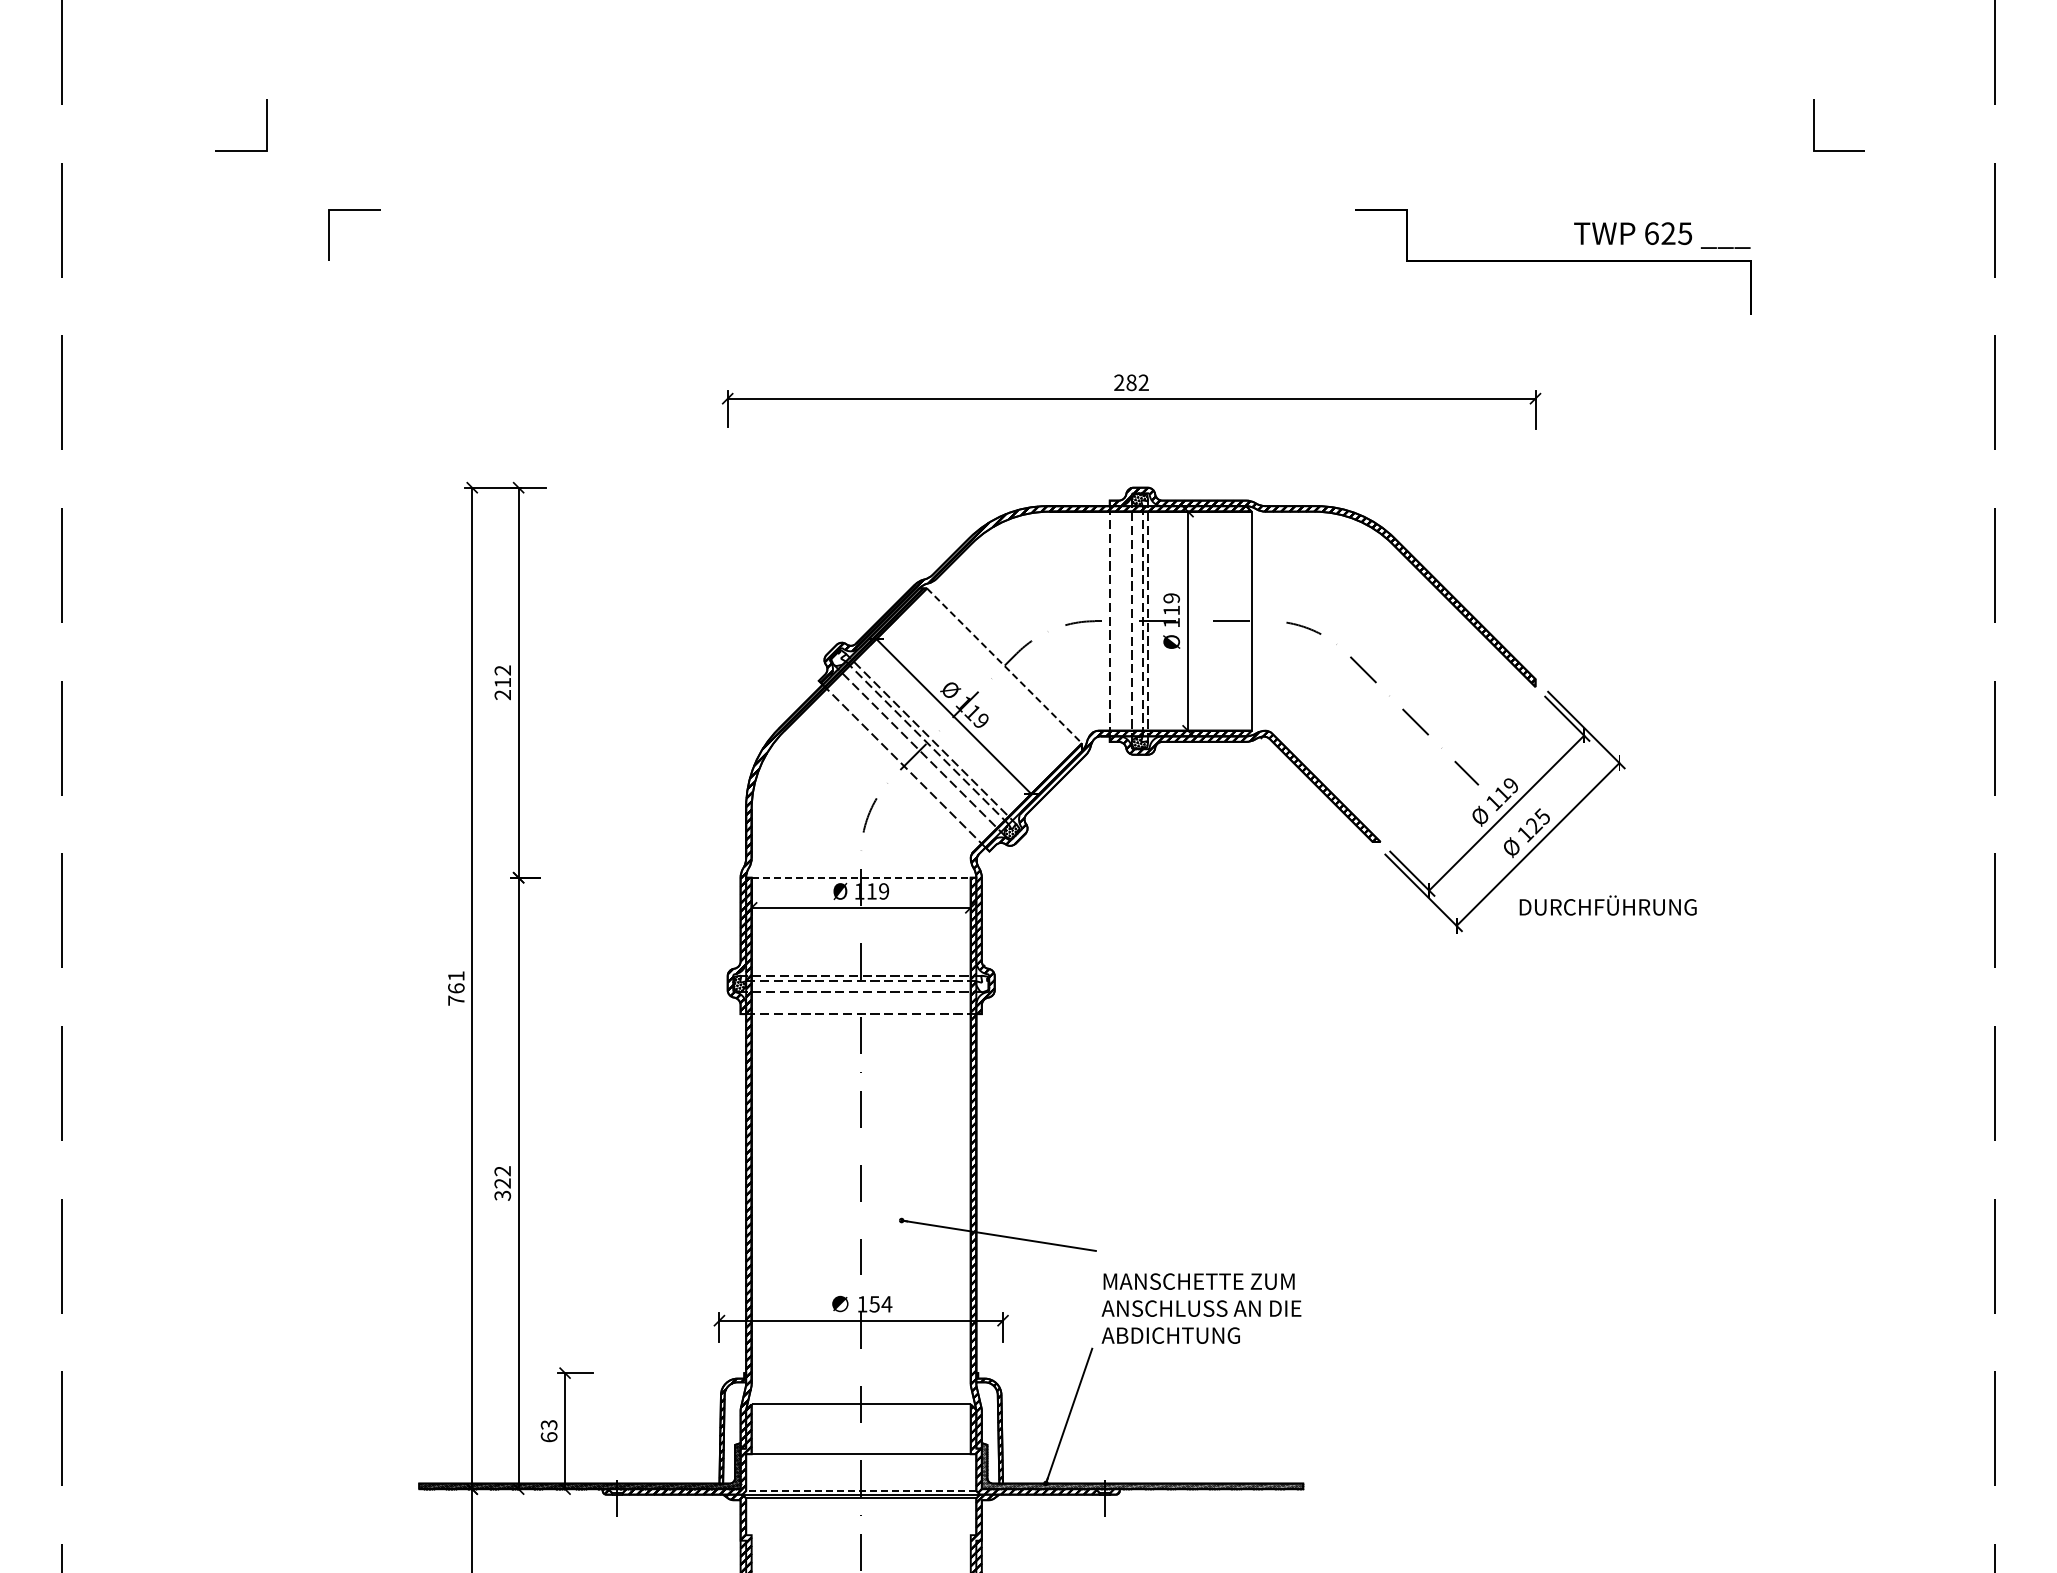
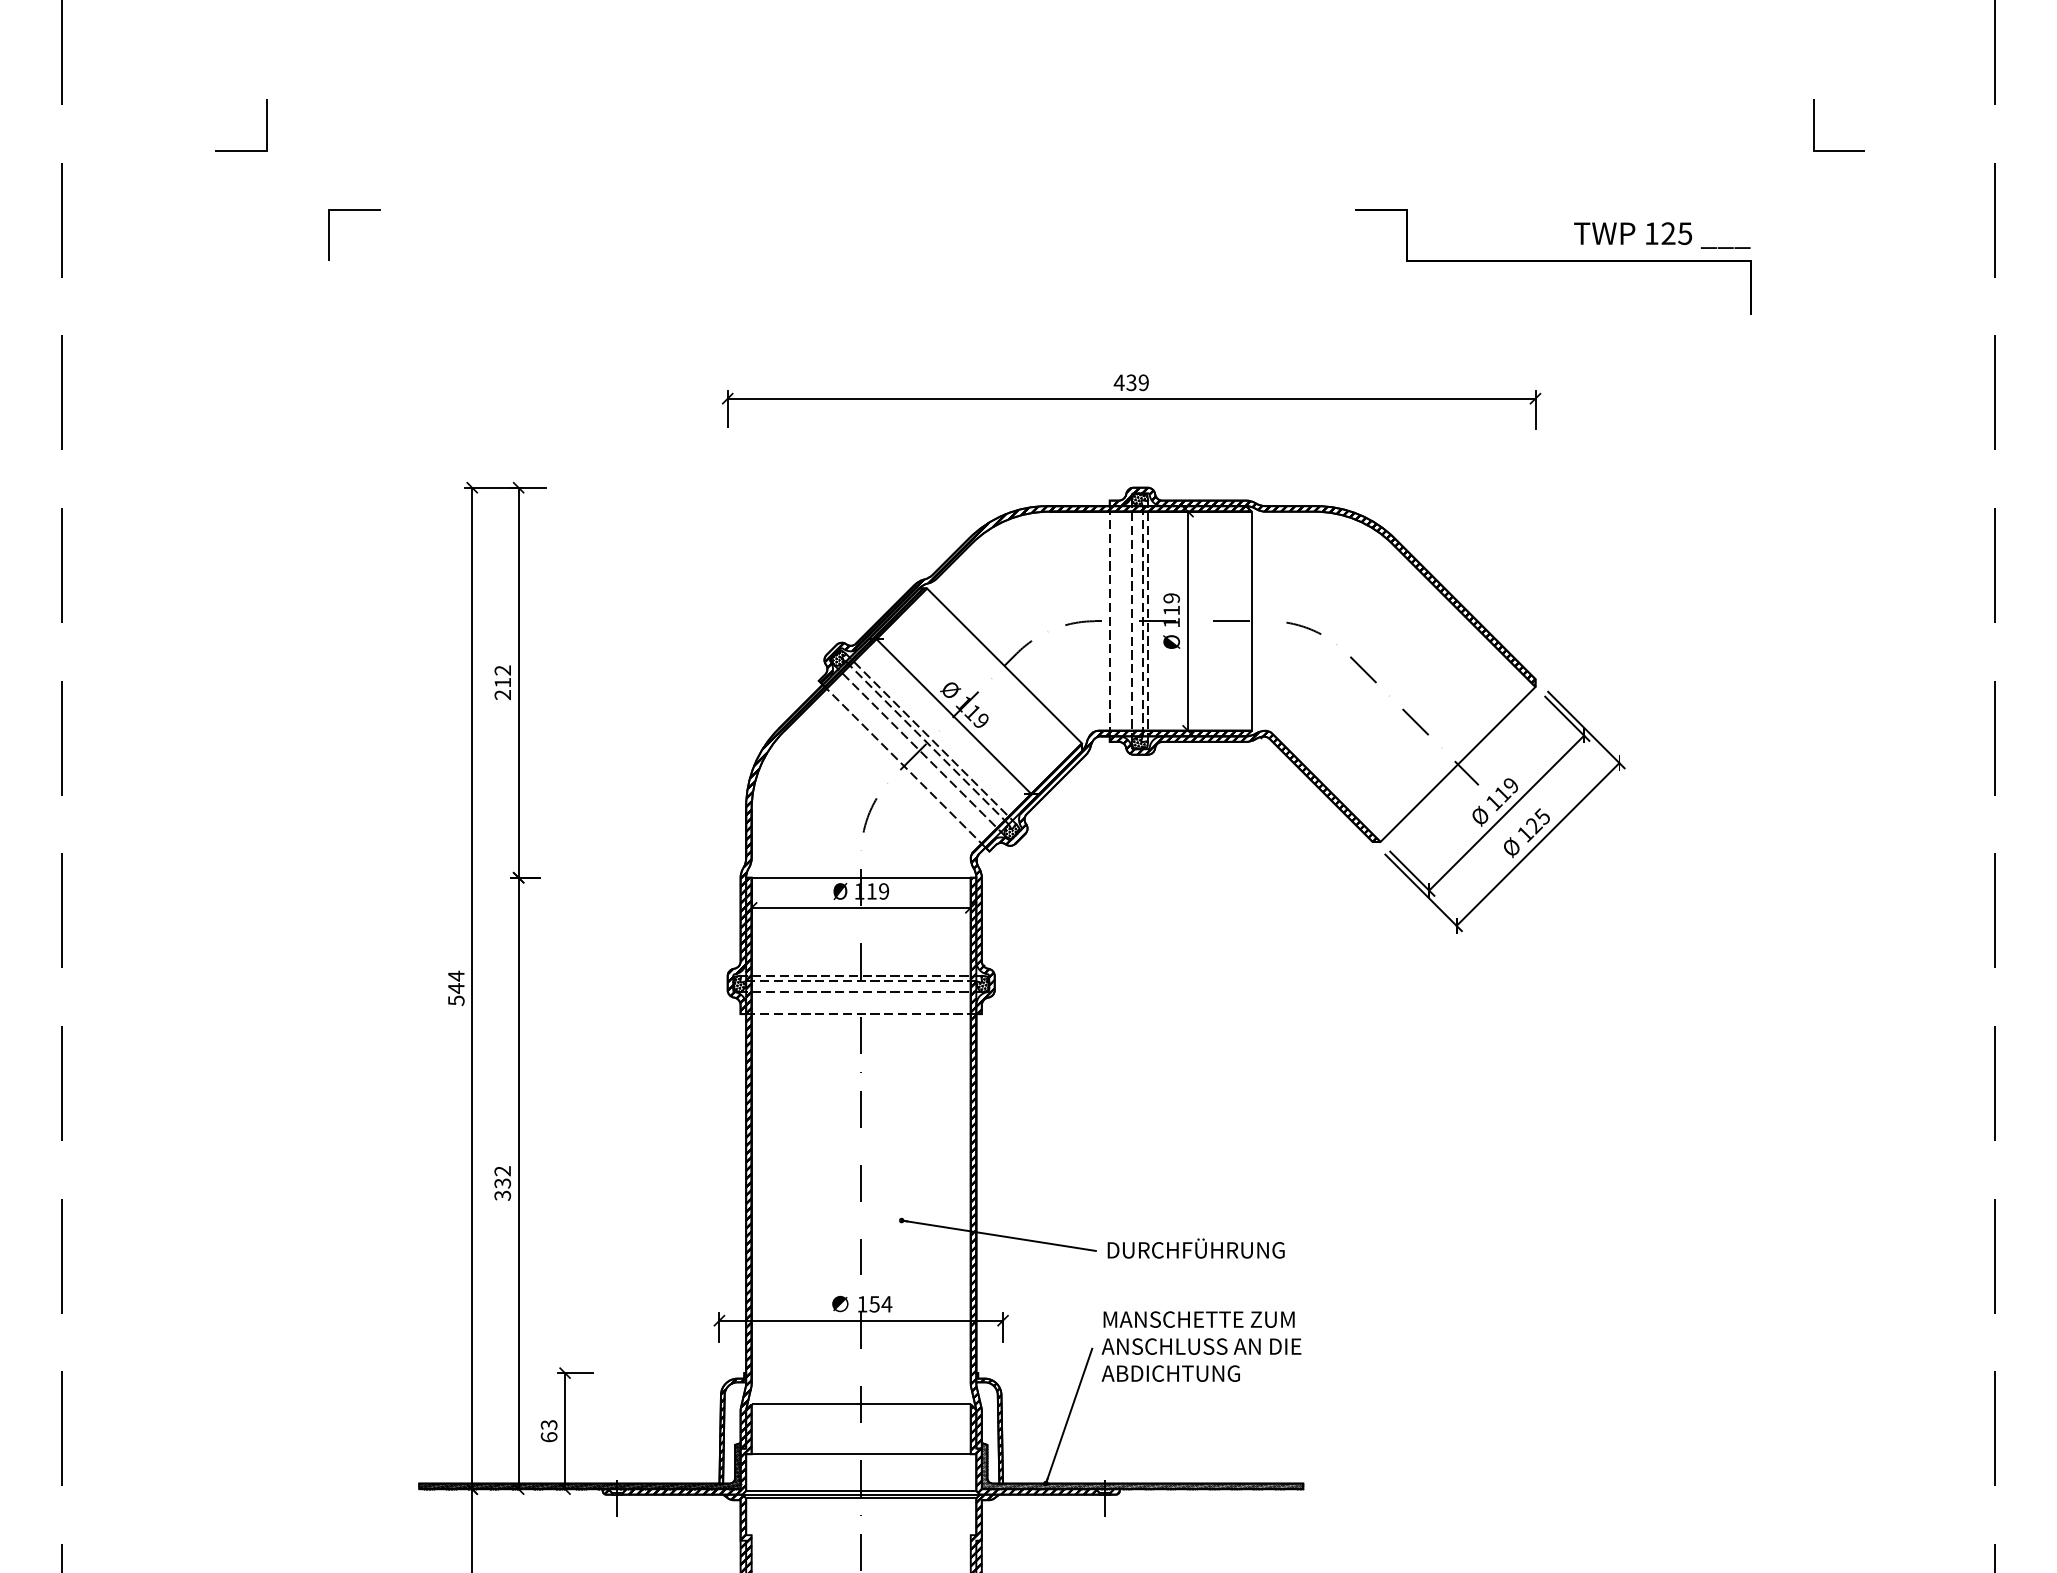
text at (1651, 233): 625 -> 125
text at (1130, 382): 282 -> 439
hatch at (838, 657): none -> present
line at (1004, 665): dashed -> solid
line at (1457, 764): none -> present
line at (861, 877): dashed -> solid
text at (1607, 905) position: (1607, 905) -> (1195, 1248)
hatch at (982, 983): none -> present
text at (456, 987): 761 -> 544
text at (503, 1183): 322 -> 332
text at (1201, 1308) position: (1201, 1308) -> (1201, 1346)
line at (860, 1490): dashed -> solid
